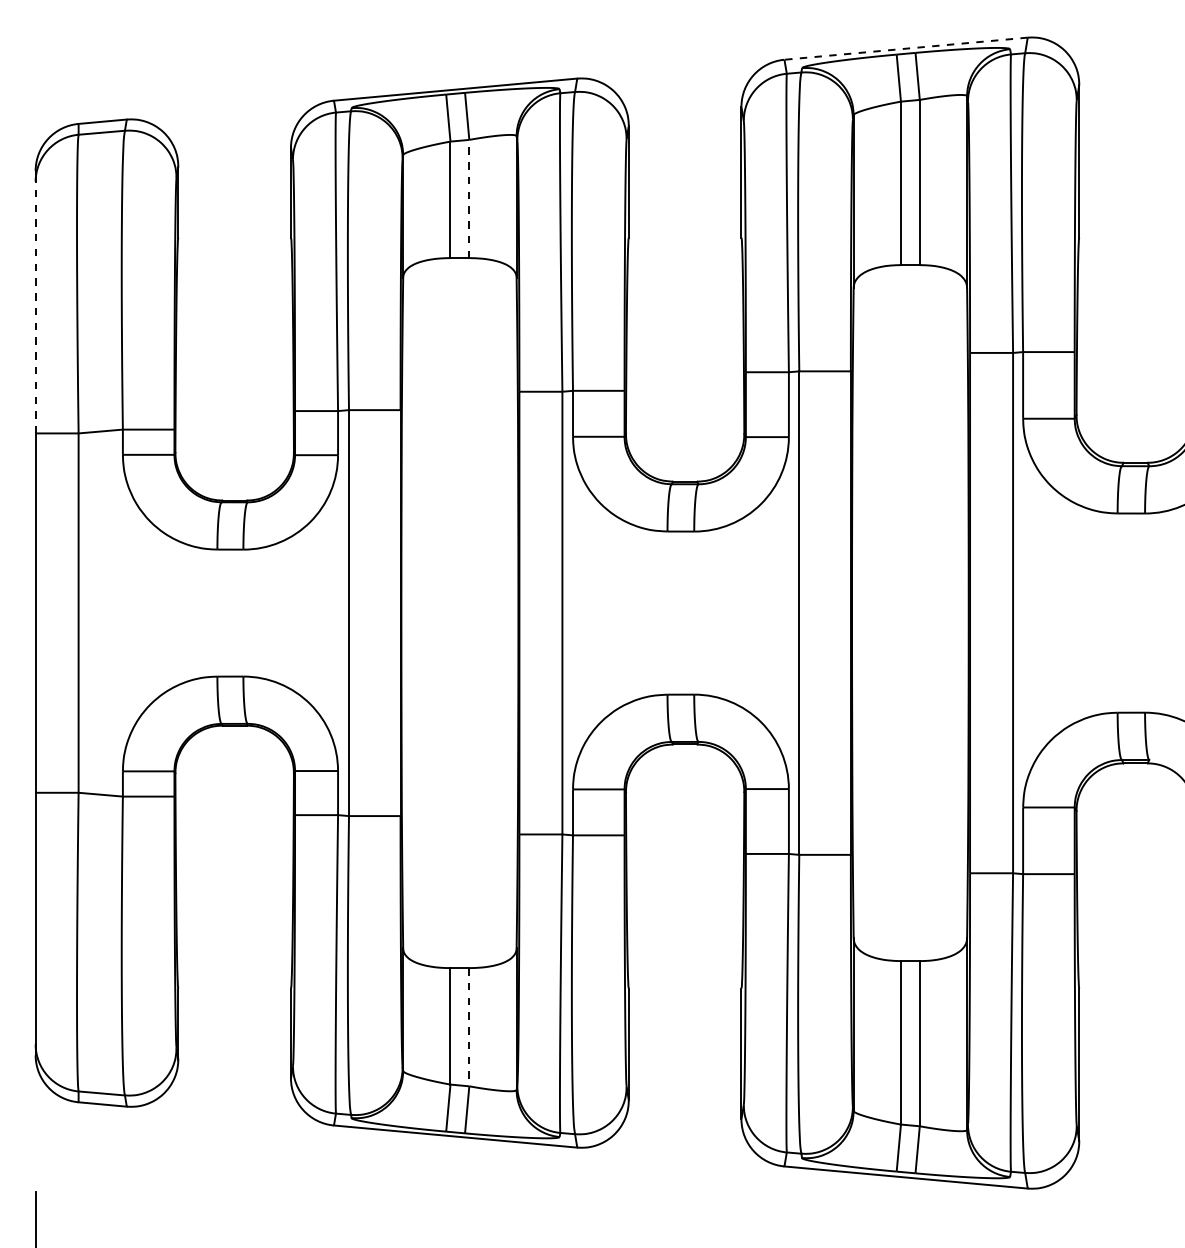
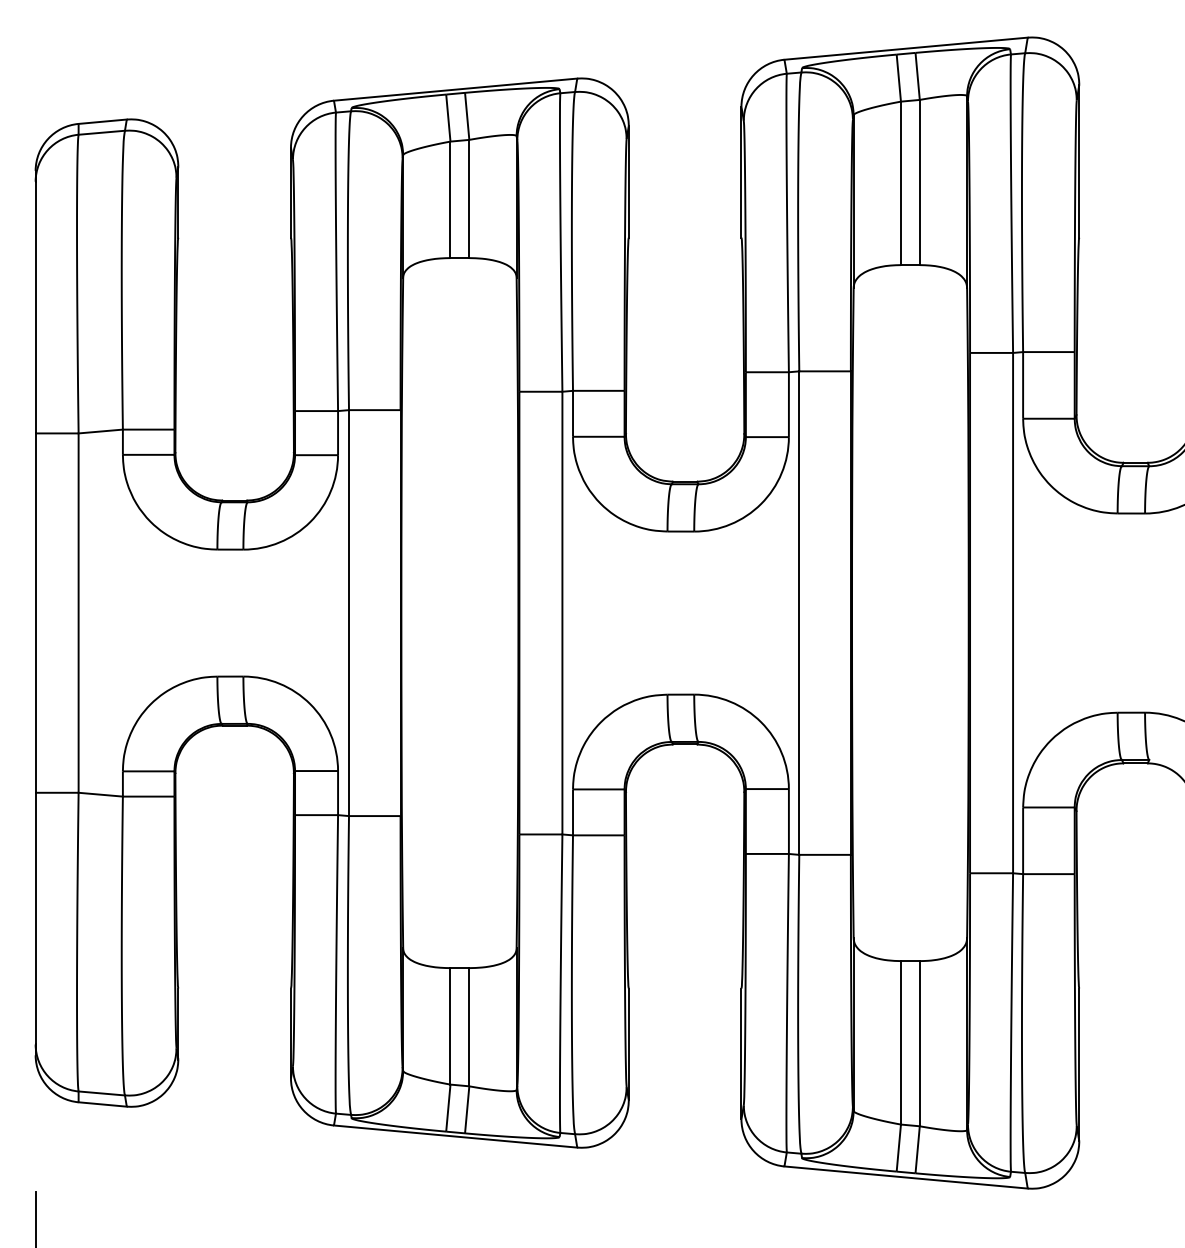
line at (905, 48): dashed -> solid
line at (469, 198): dashed -> solid
line at (35, 307): dashed -> solid
line at (469, 1027): dashed -> solid
